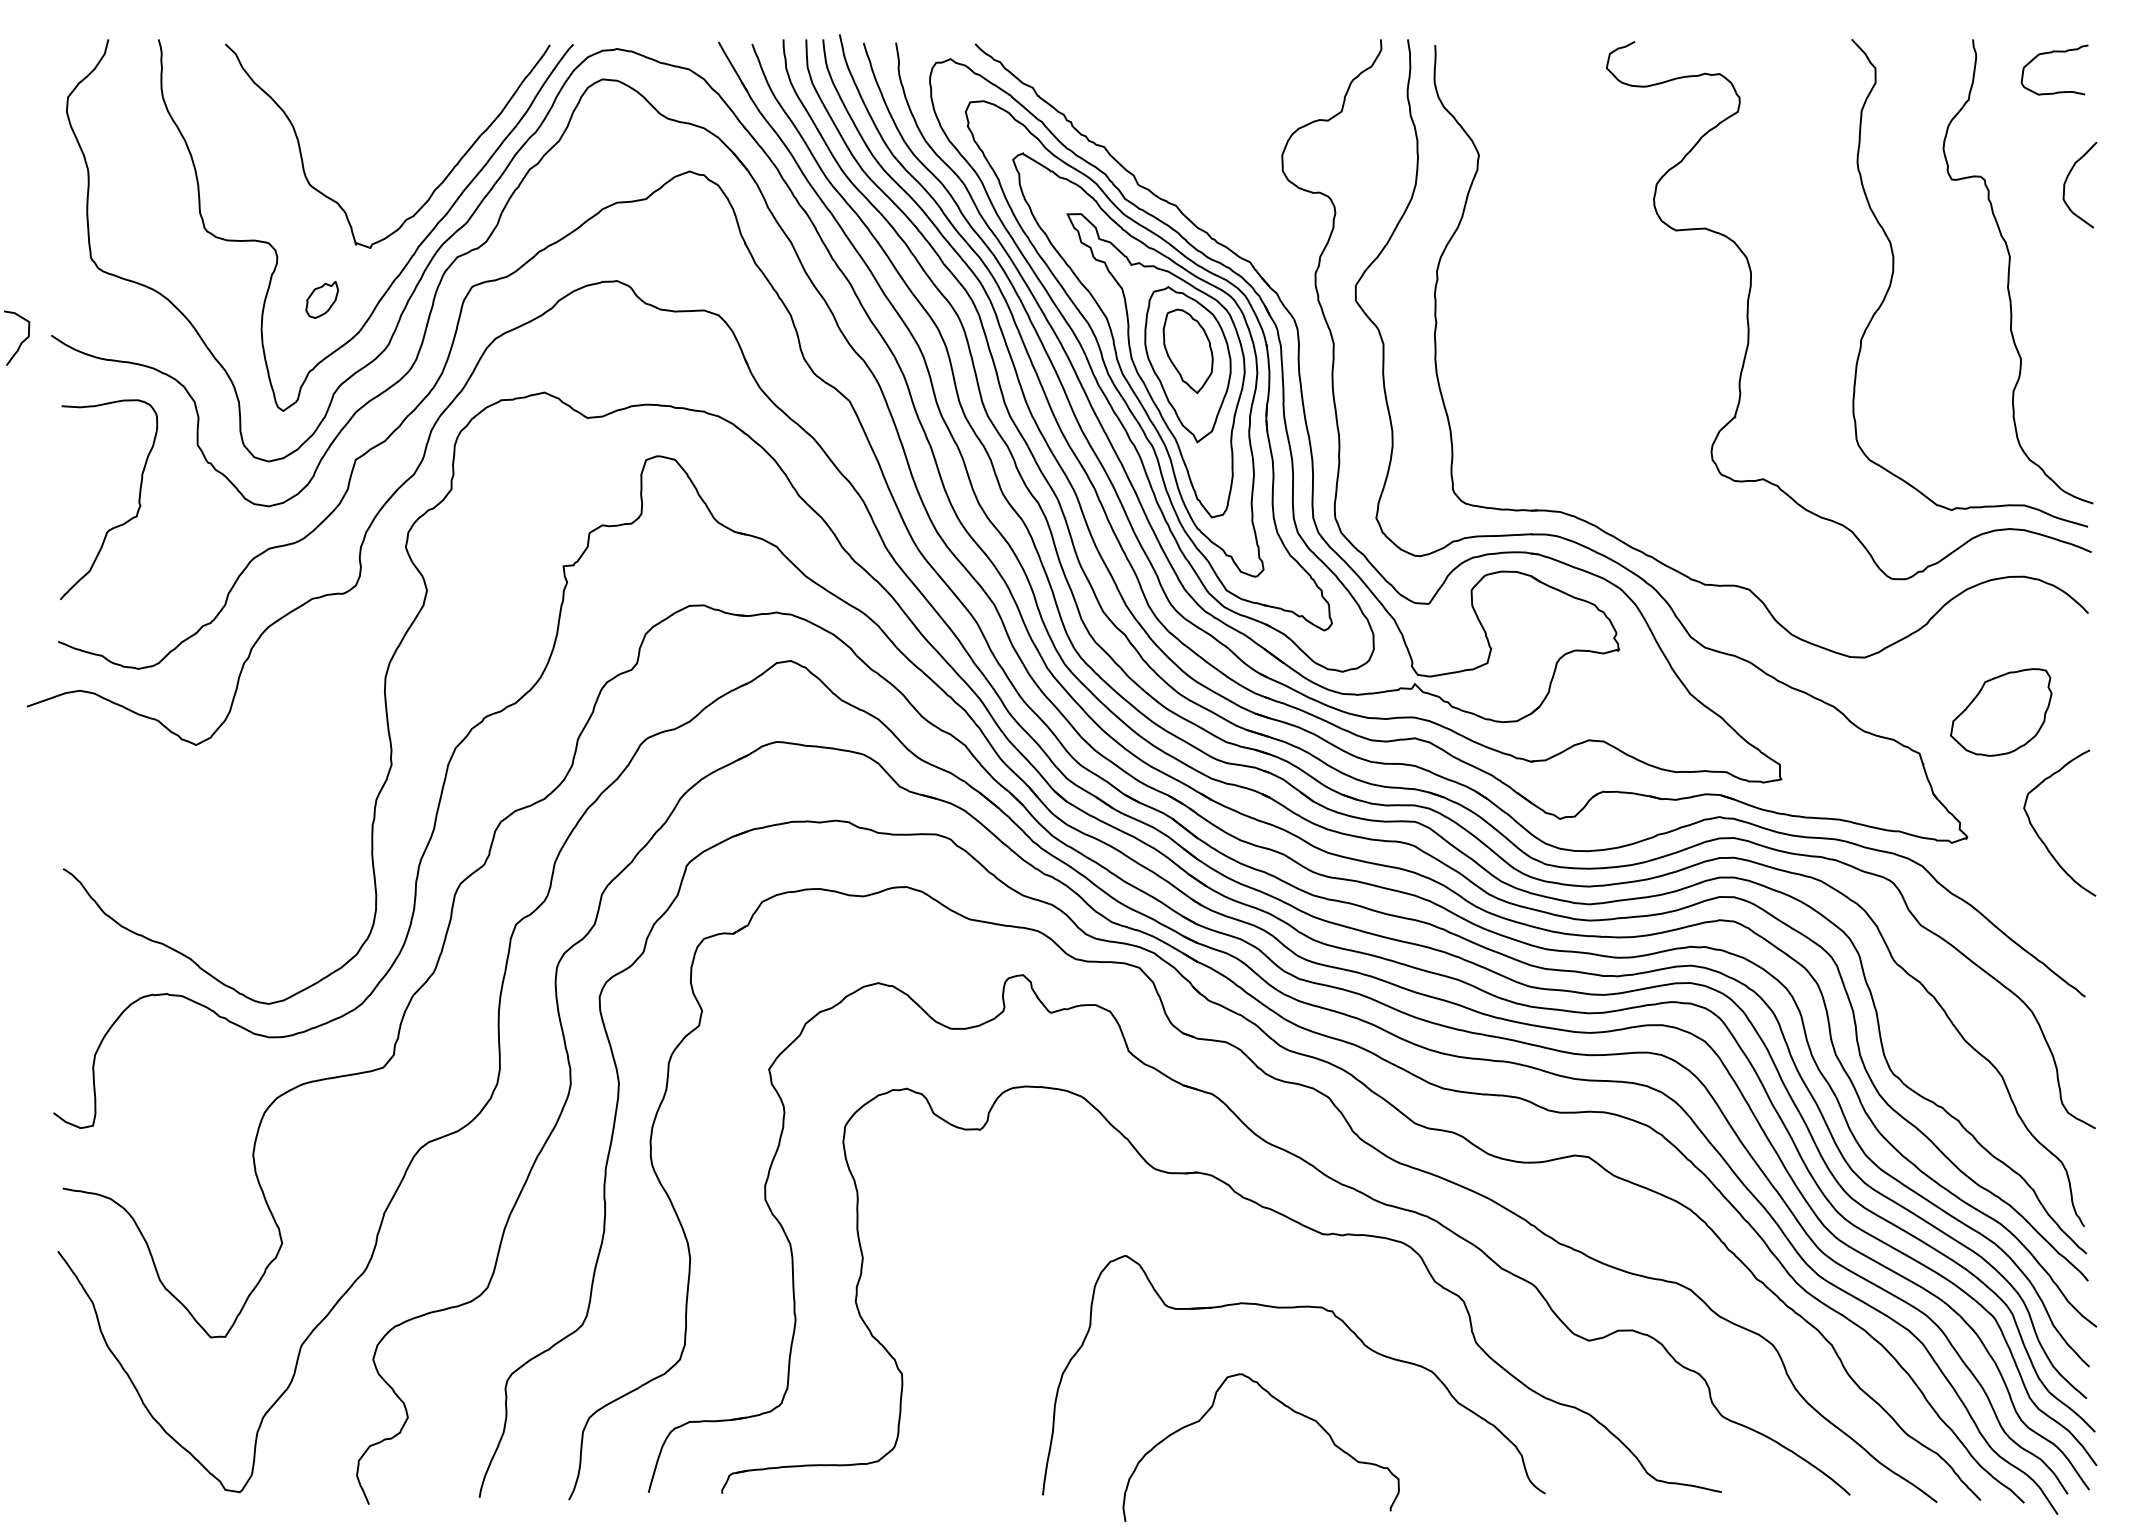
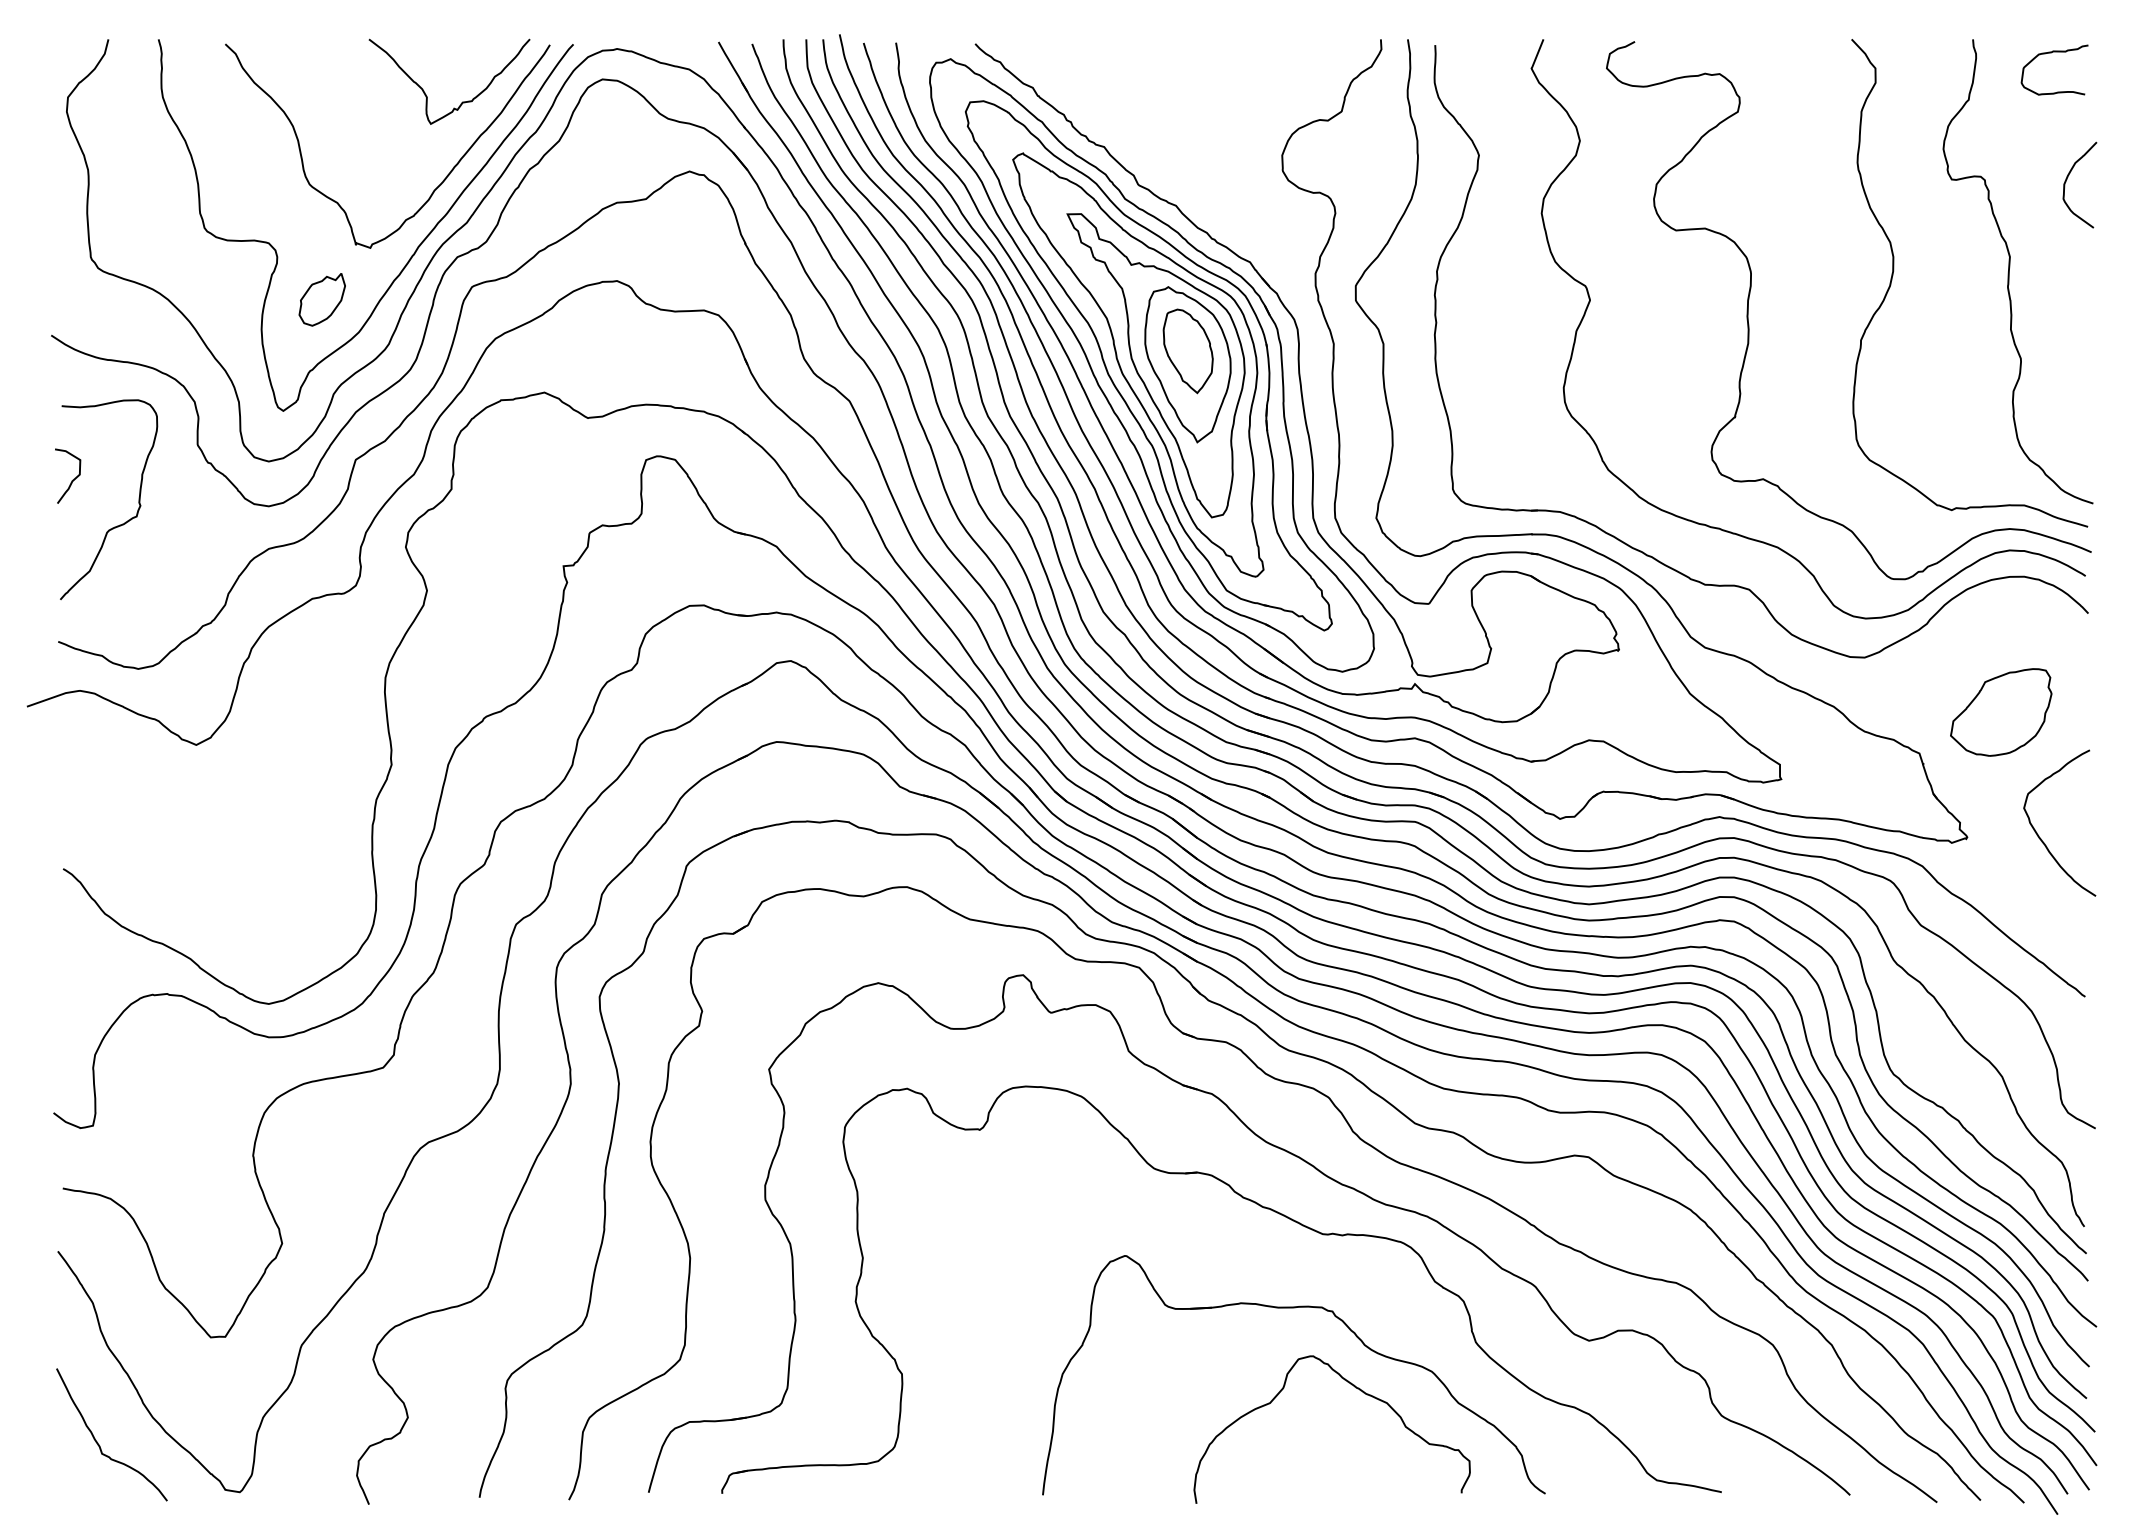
curve at (462, 101): none -> present
part at (322, 299) size: 35x38 px -> 48x54 px
curve at (21, 341) position: (21, 341) -> (72, 479)
curve at (1740, 534): none -> present
curve at (1286, 1407) position: (1286, 1407) -> (1357, 1389)
curve at (99, 1444): none -> present
